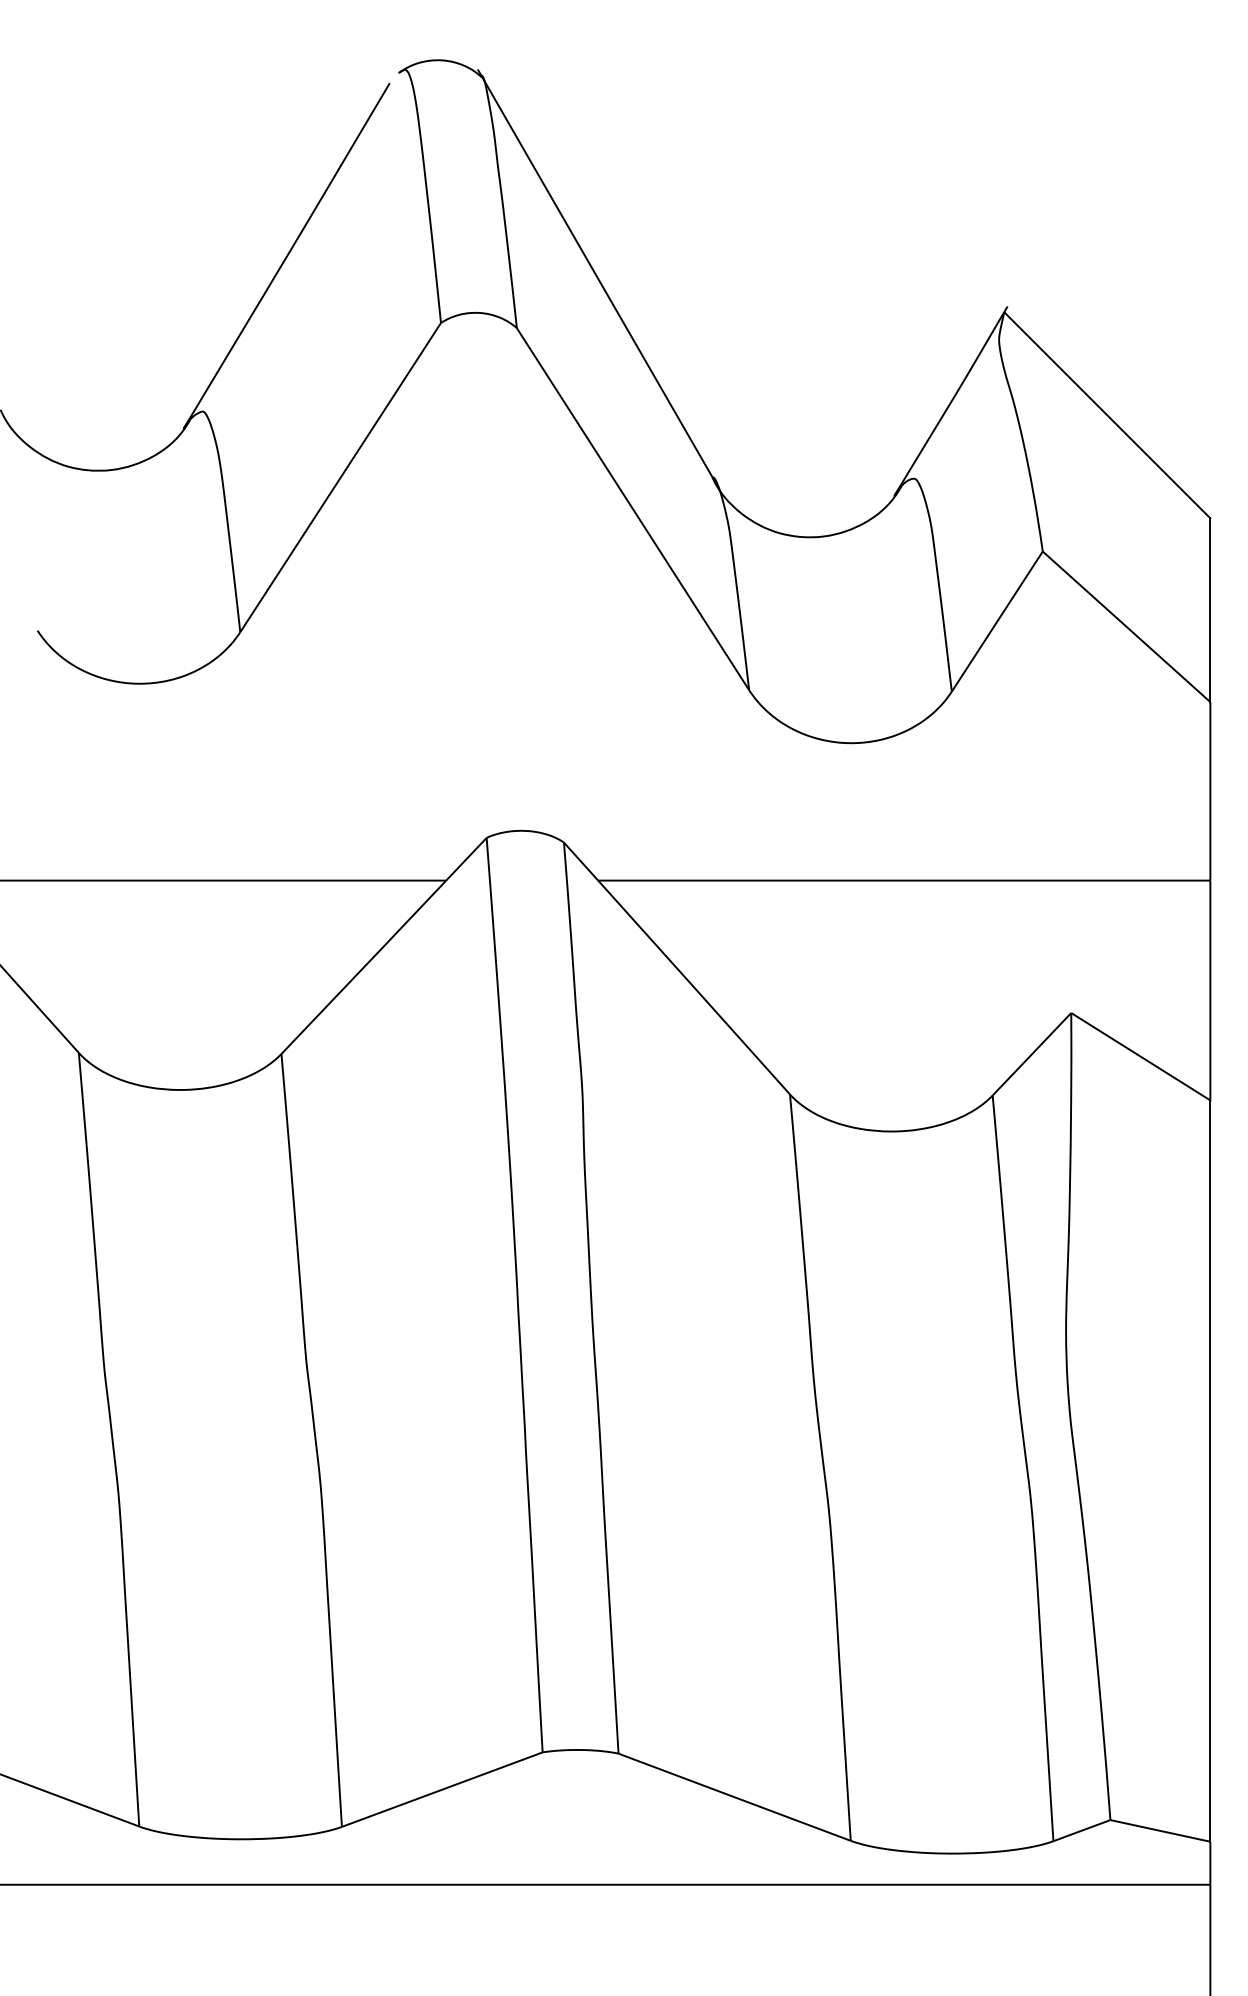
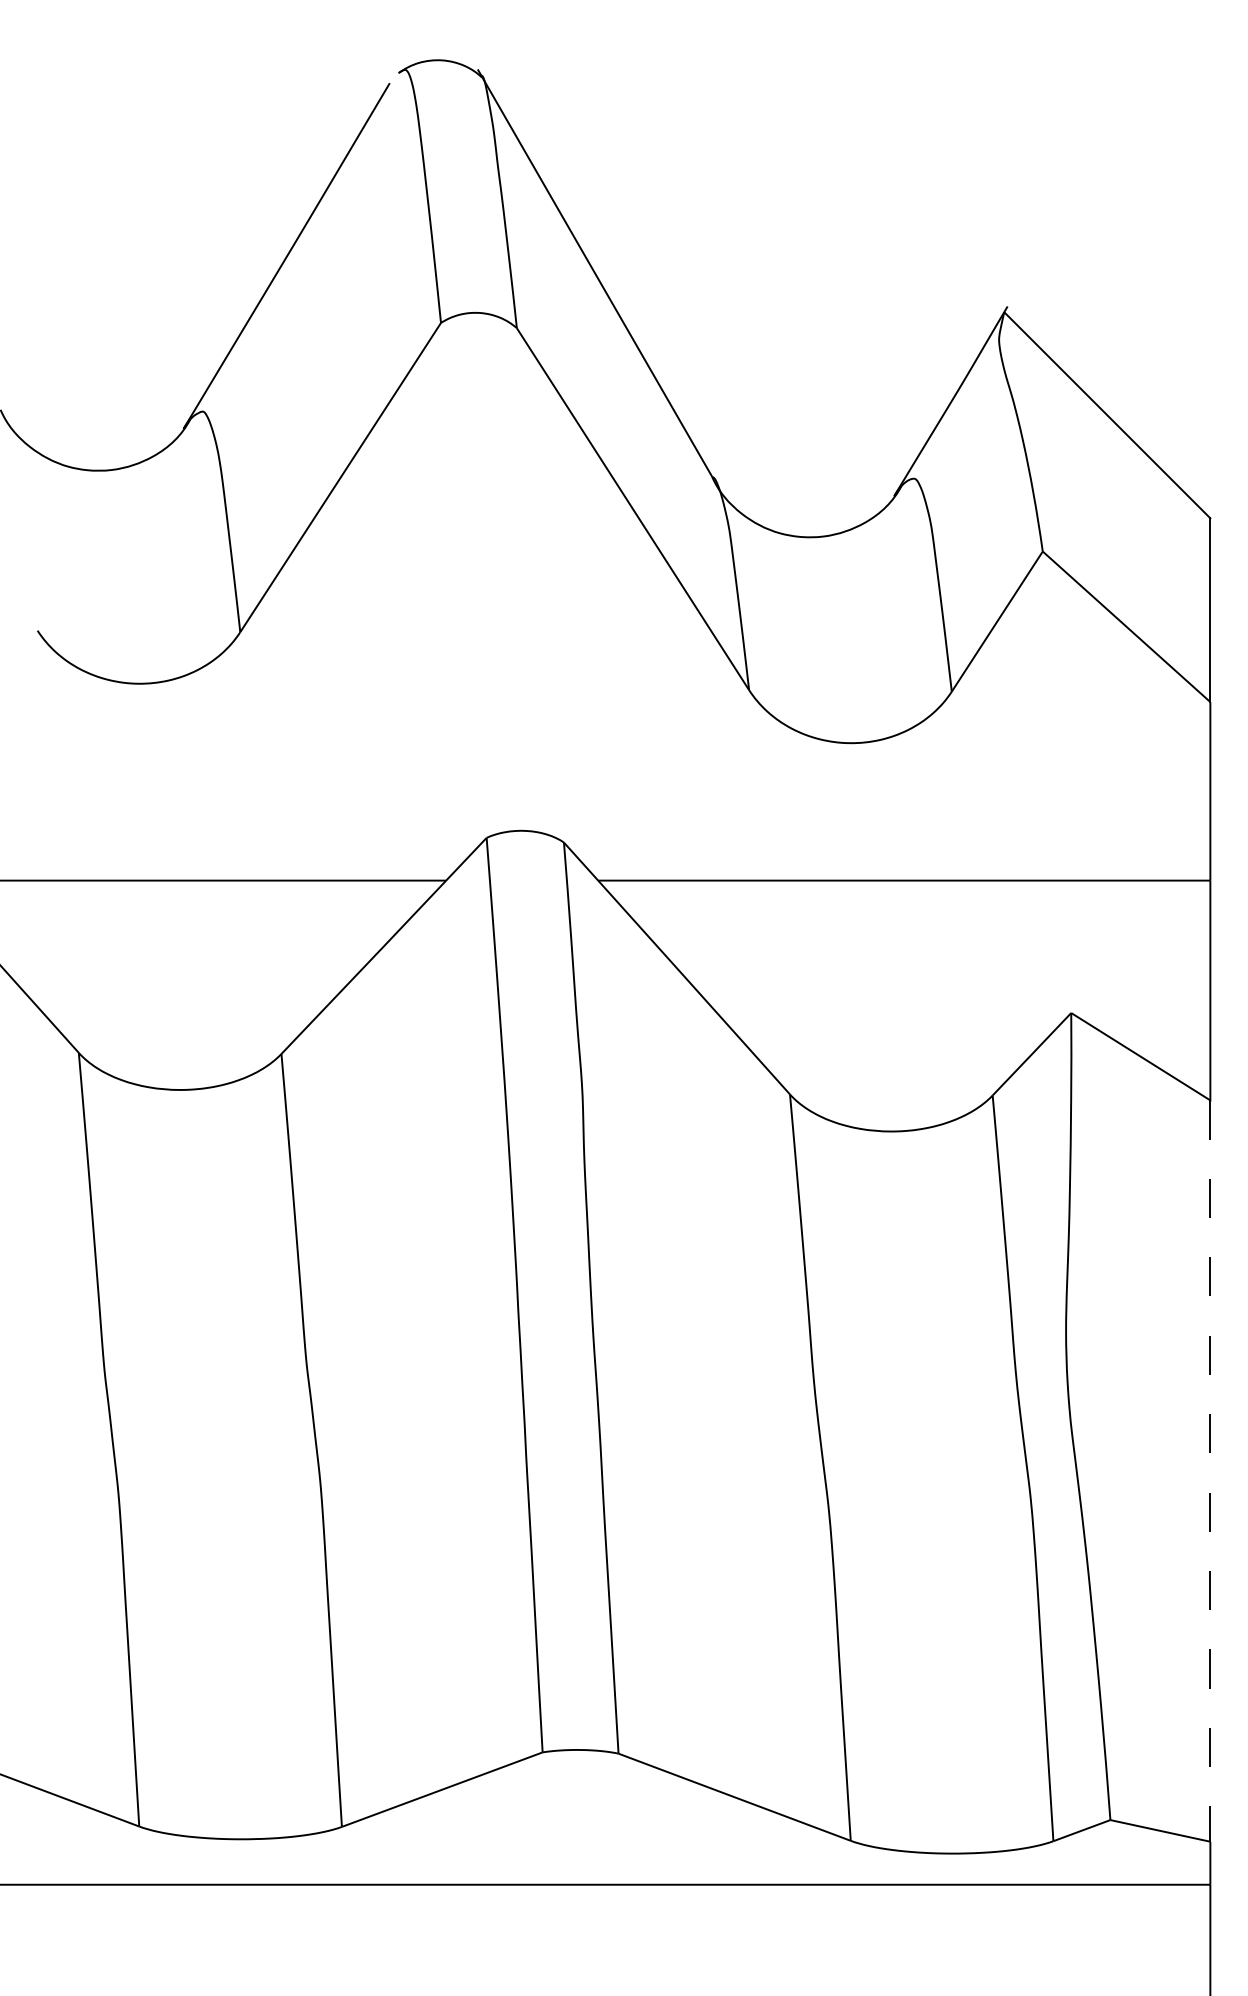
line at (1210, 1471): solid -> dashed
